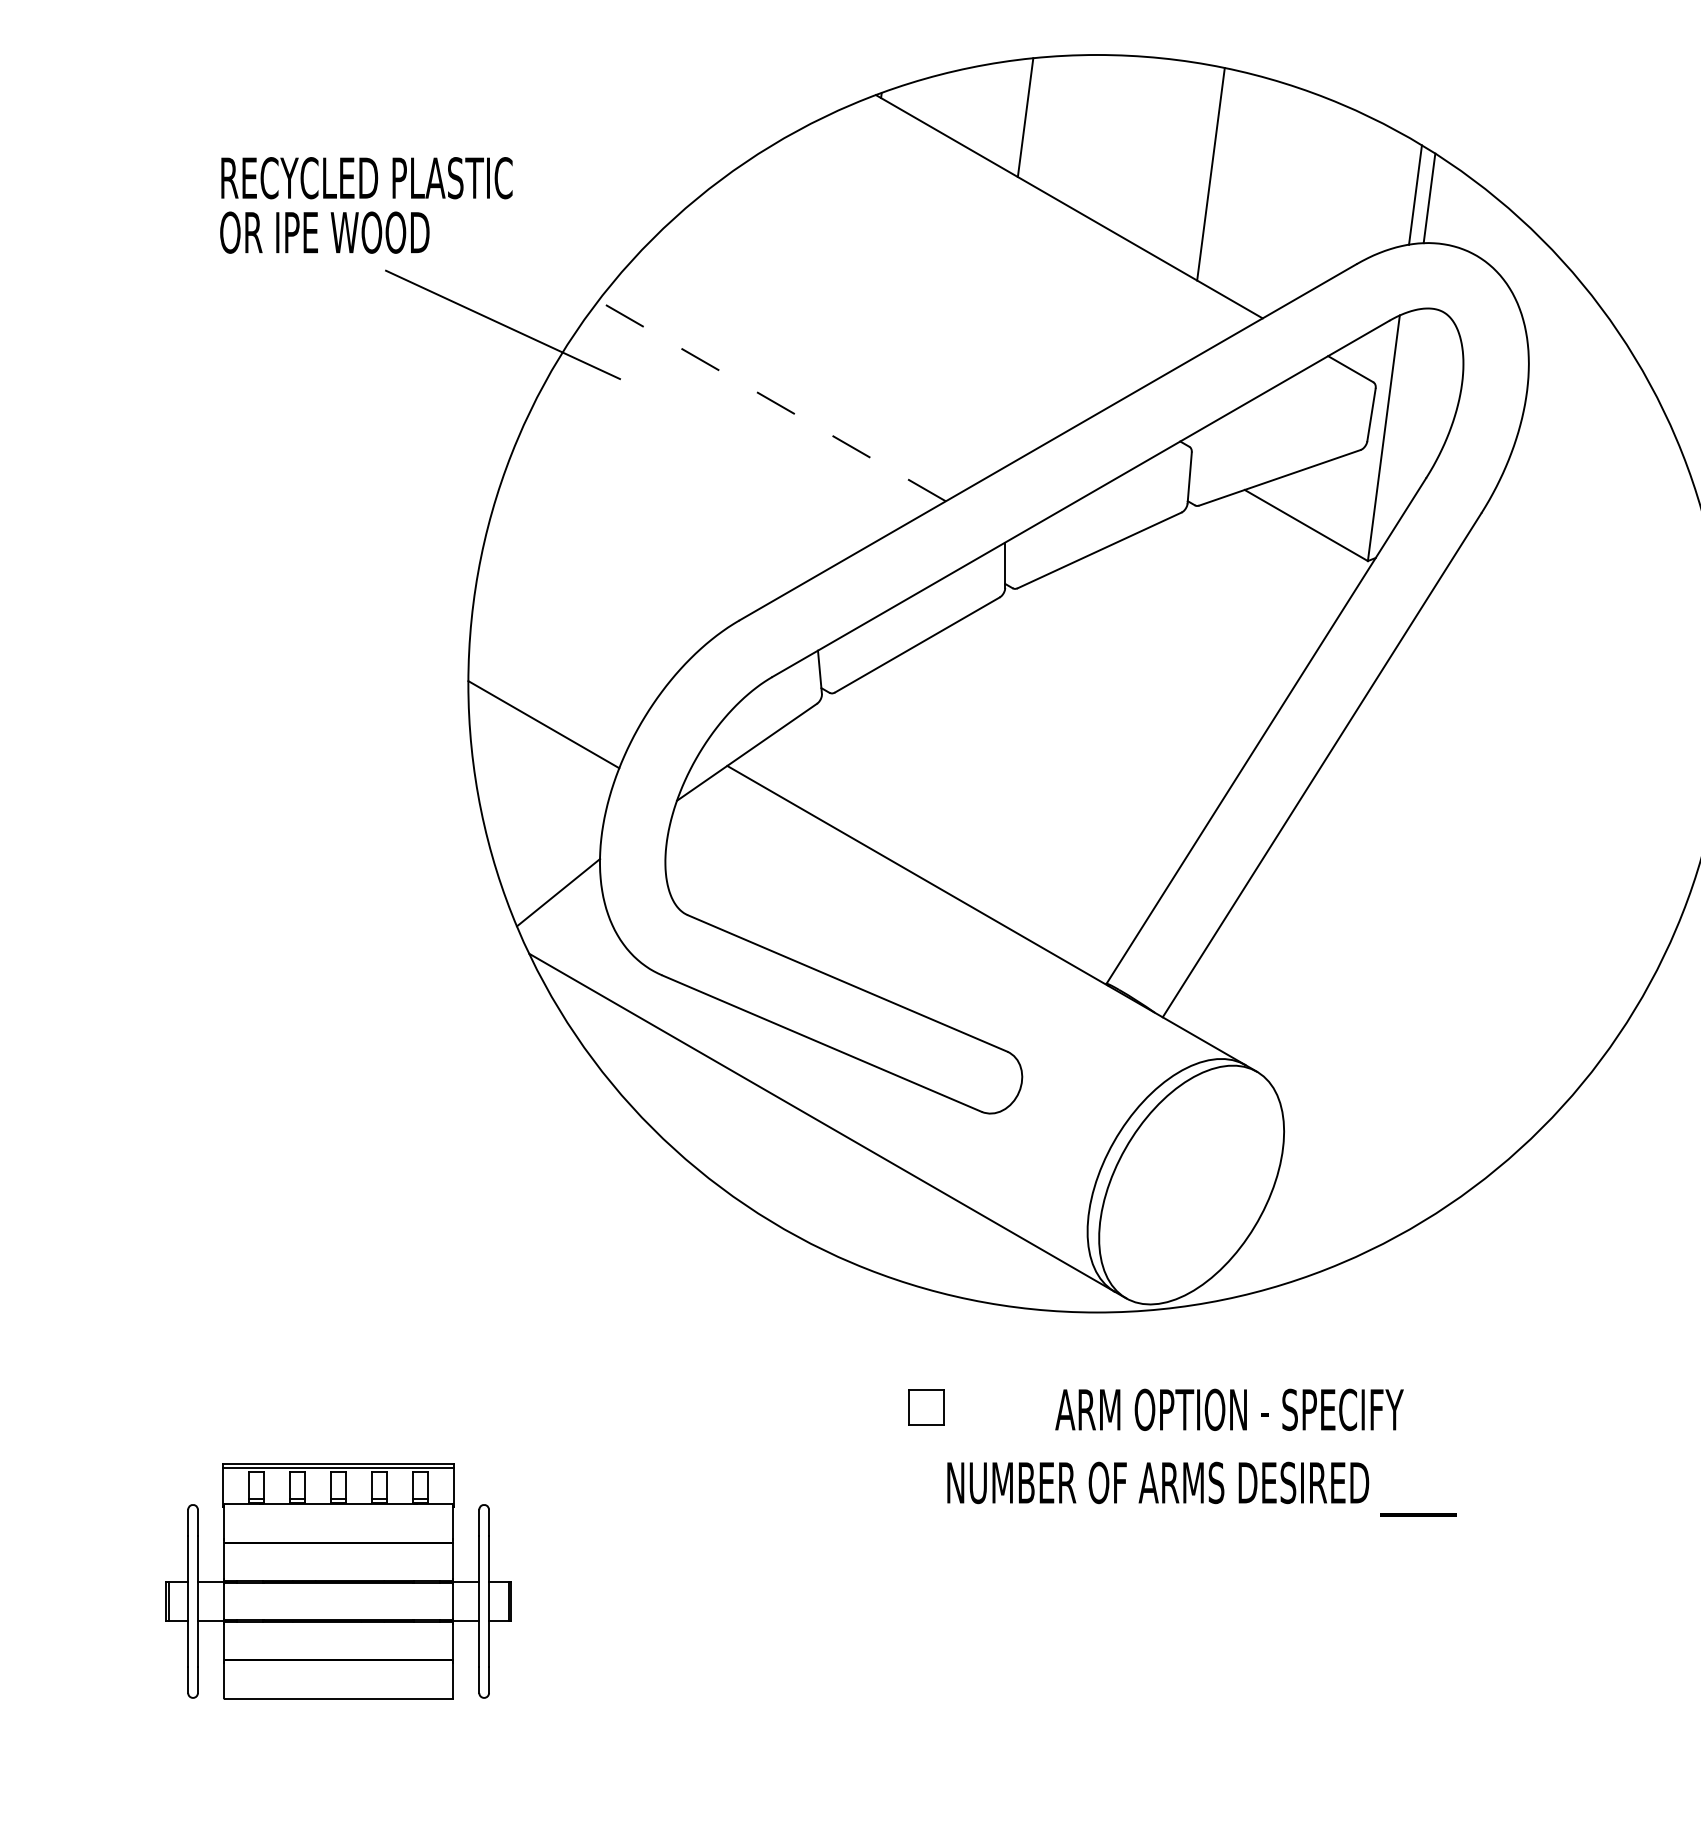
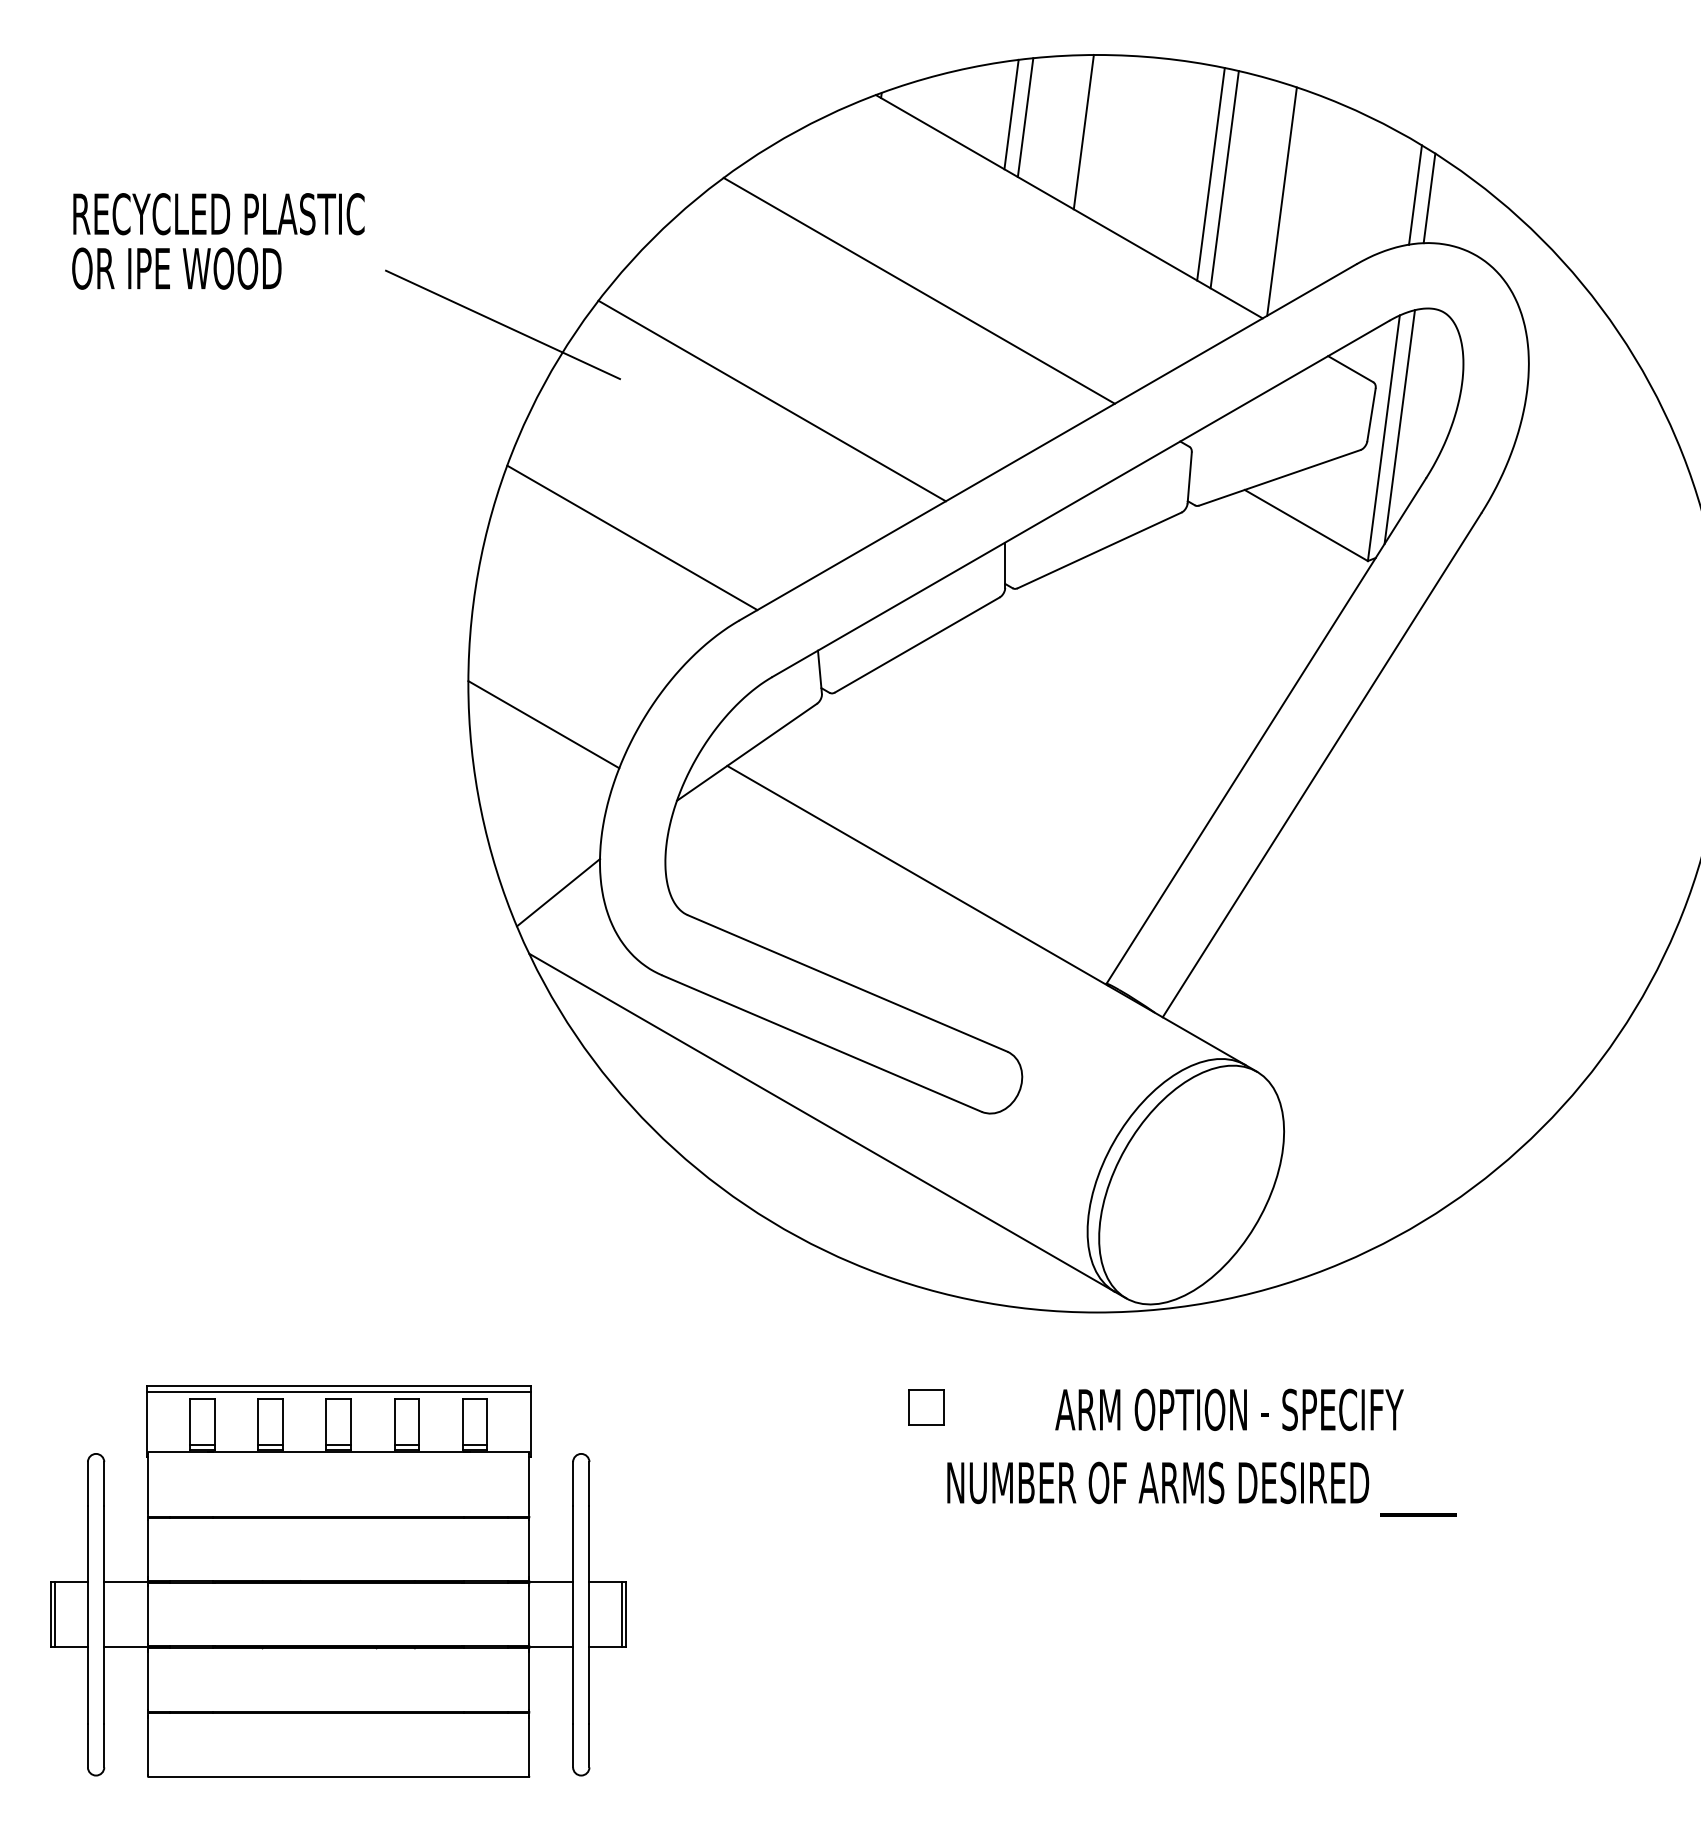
line at (1011, 114): none -> present
line at (1083, 131): none -> present
line at (1224, 179): none -> present
line at (1281, 201): none -> present
text at (366, 205) position: (366, 205) -> (218, 241)
line at (918, 290): none -> present
line at (772, 401): dashed -> solid
line at (1399, 427): none -> present
line at (632, 537): none -> present
part at (338, 1581) size: 347x237 px -> 577x393 px
